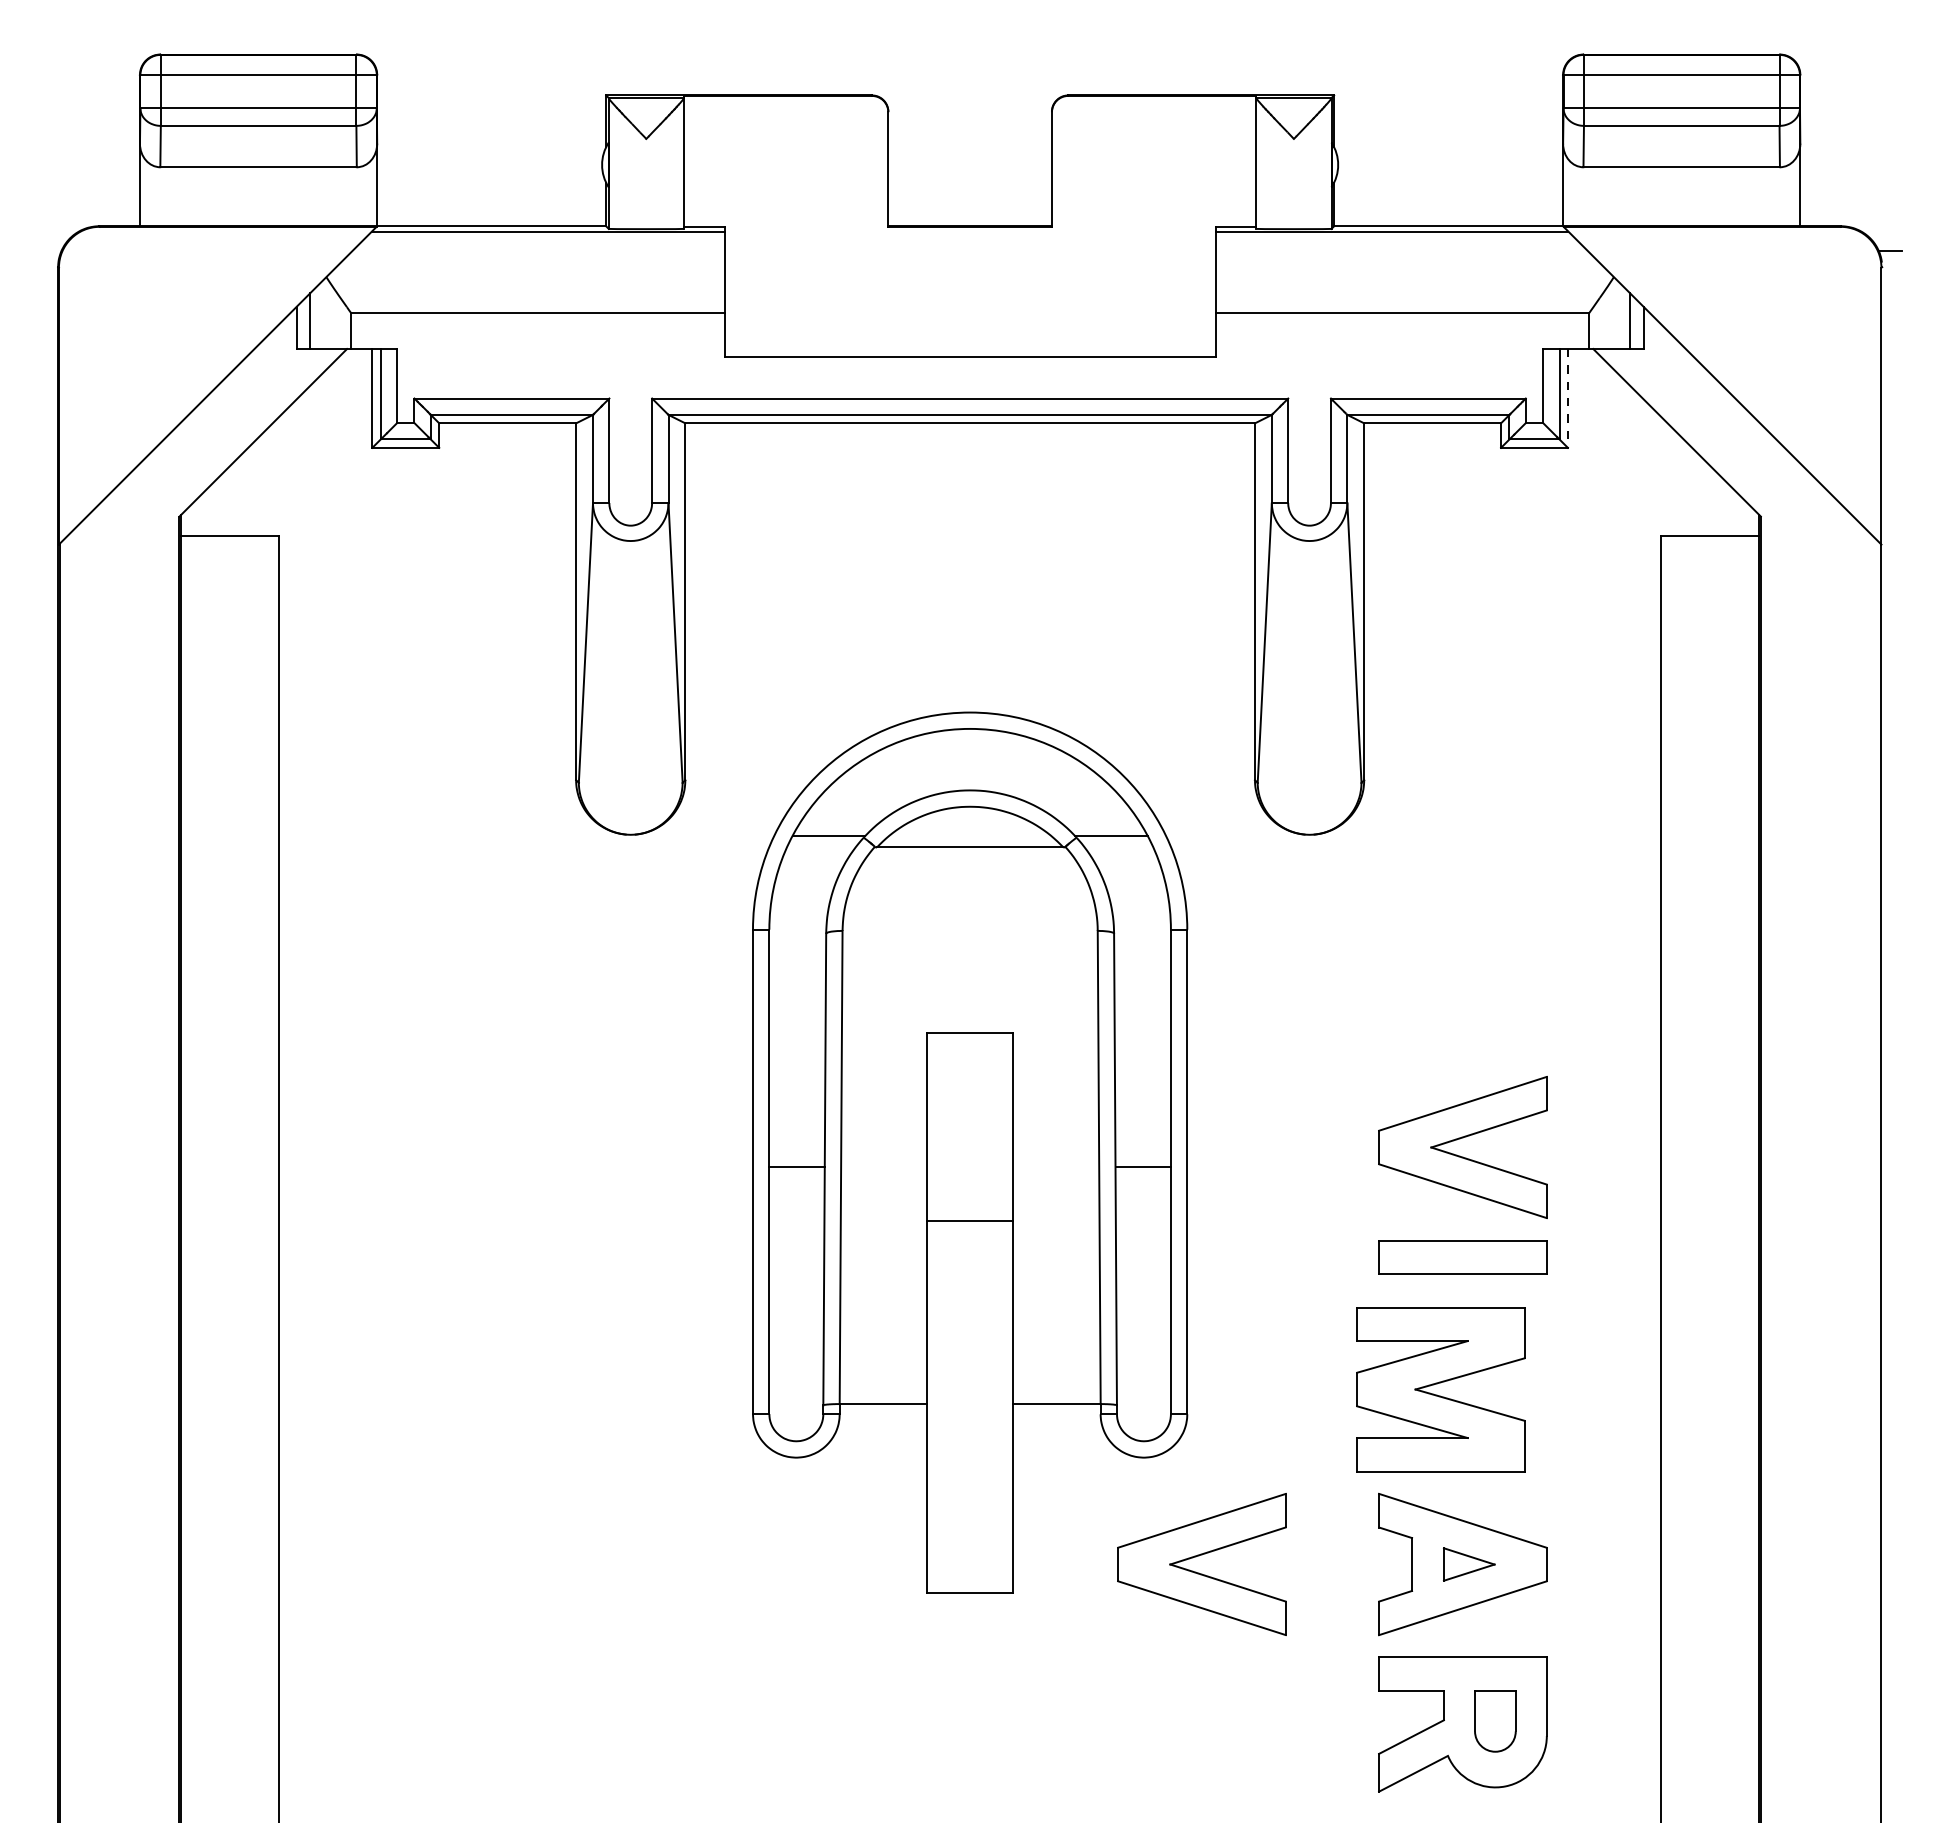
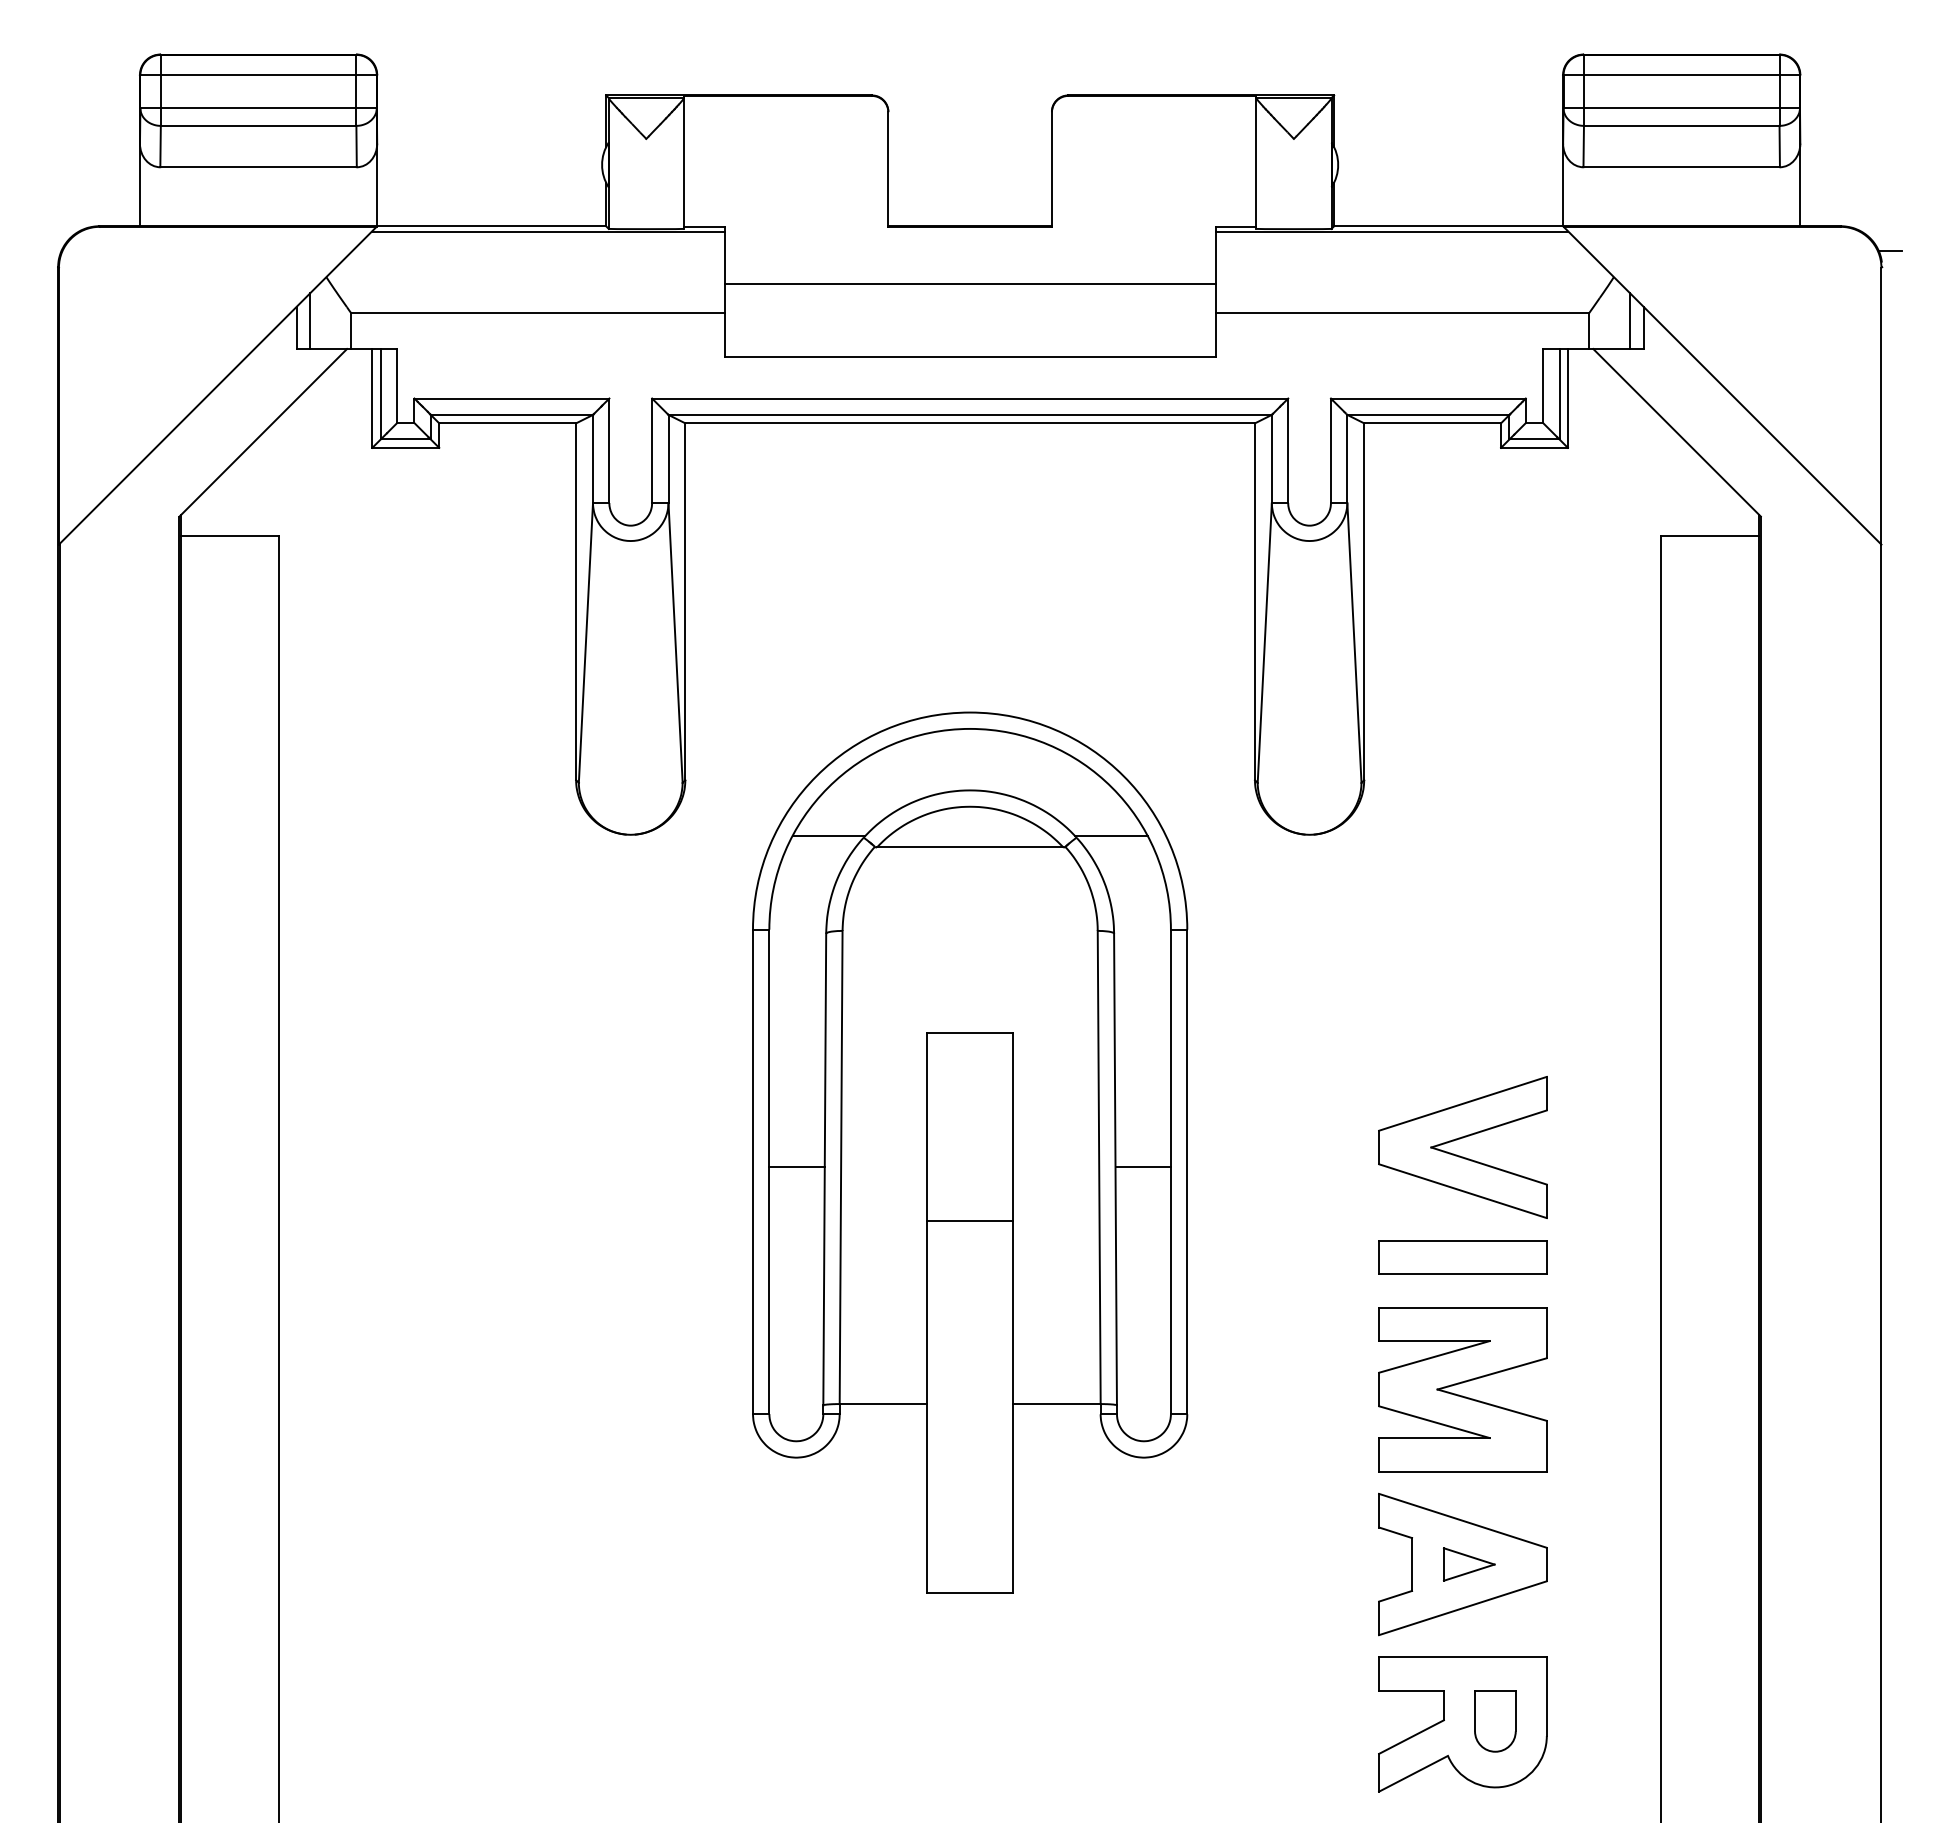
line at (969, 283): none -> present
line at (1567, 398): dashed -> solid
part at (1440, 1389) position: (1440, 1389) -> (1462, 1389)
part at (1199, 1556): present -> none
